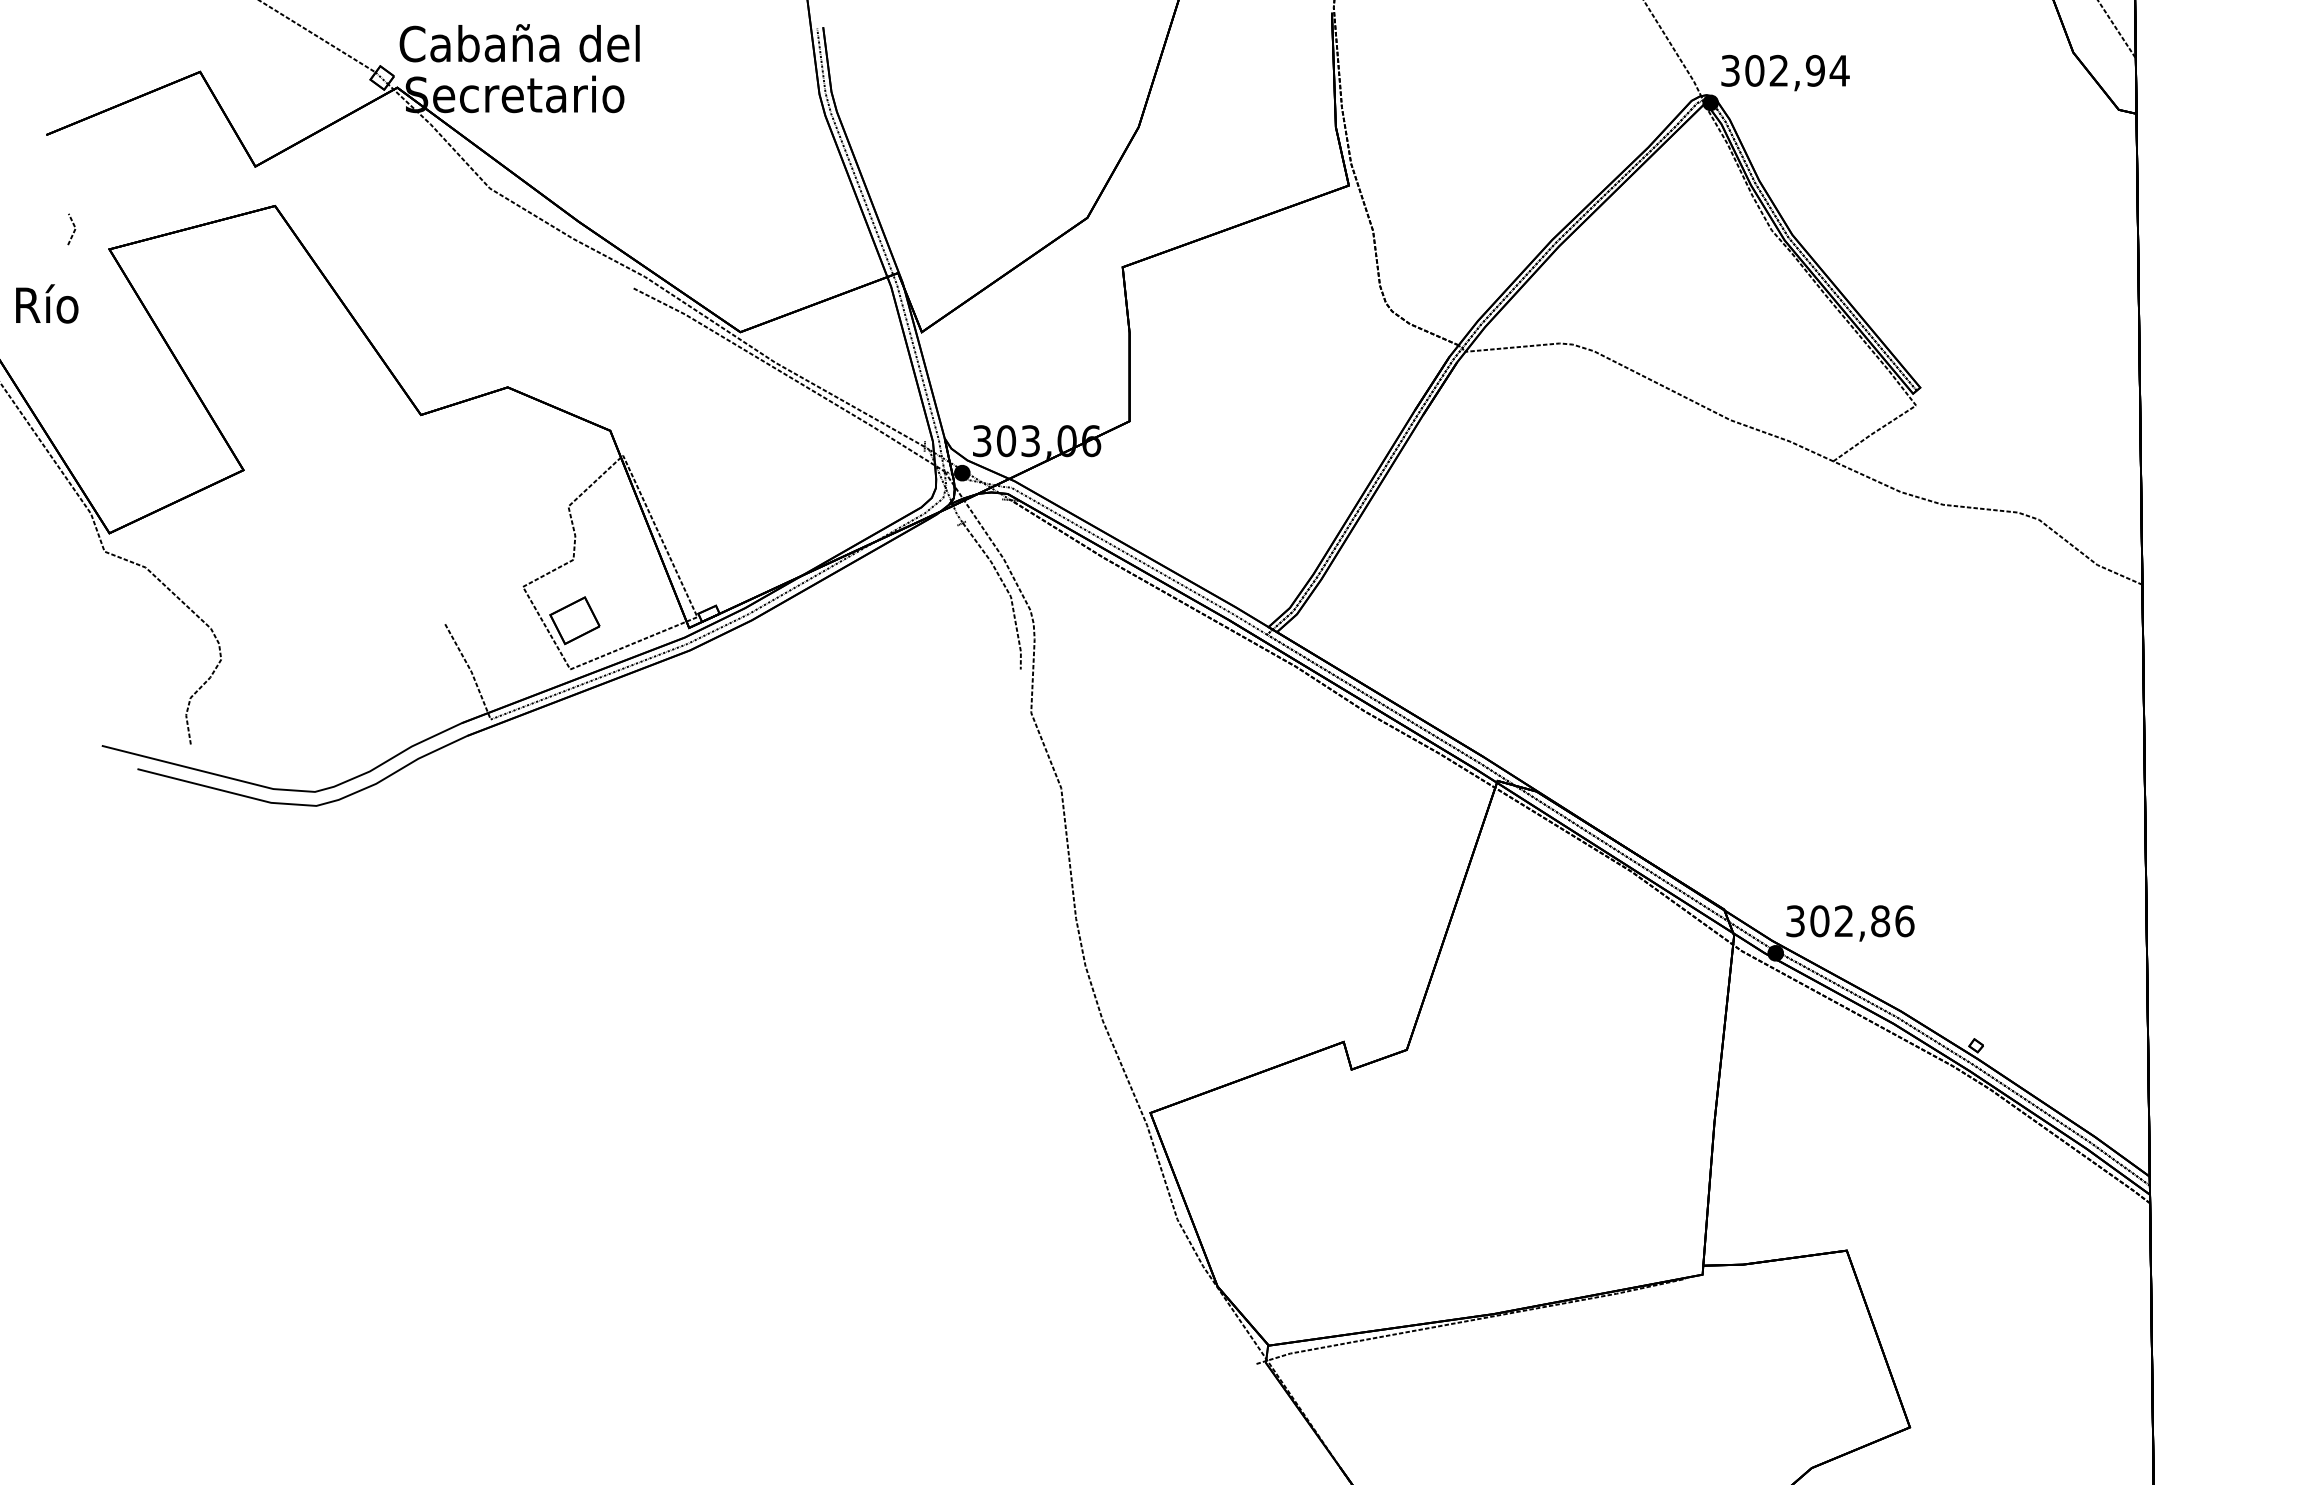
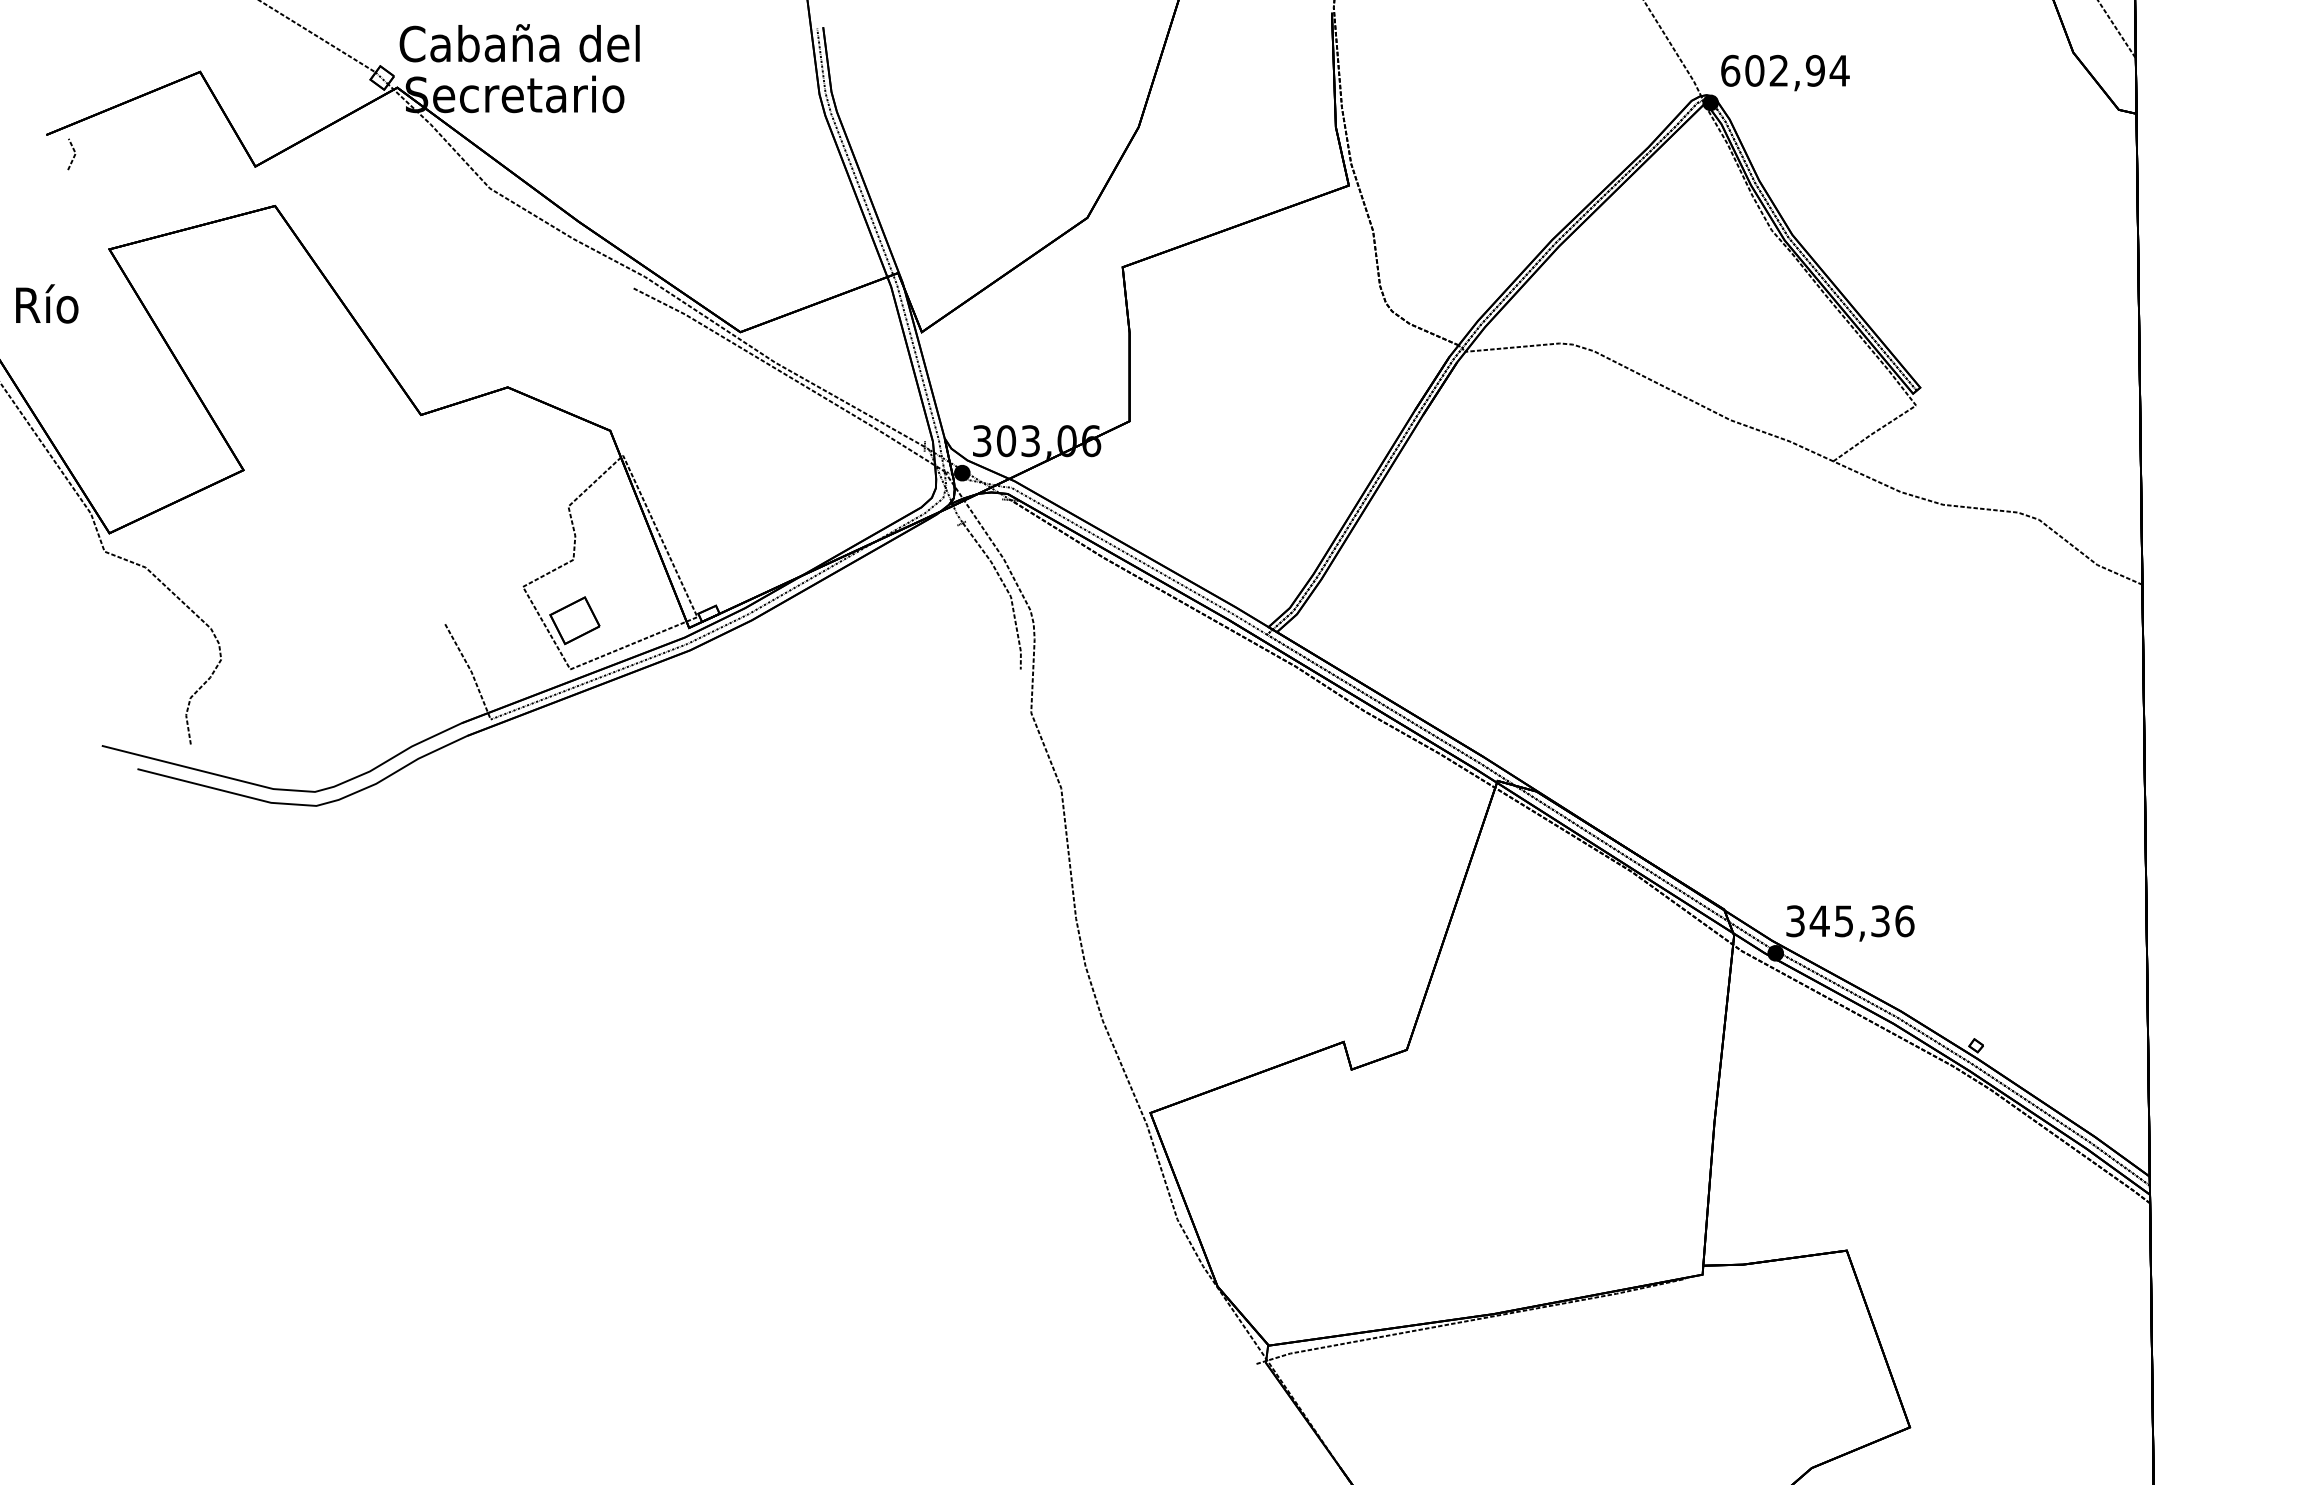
text at (1730, 70): 302,94 -> 602,94
line at (73, 230) position: (73, 230) -> (73, 155)
text at (1849, 921): 302,86 -> 345,36
